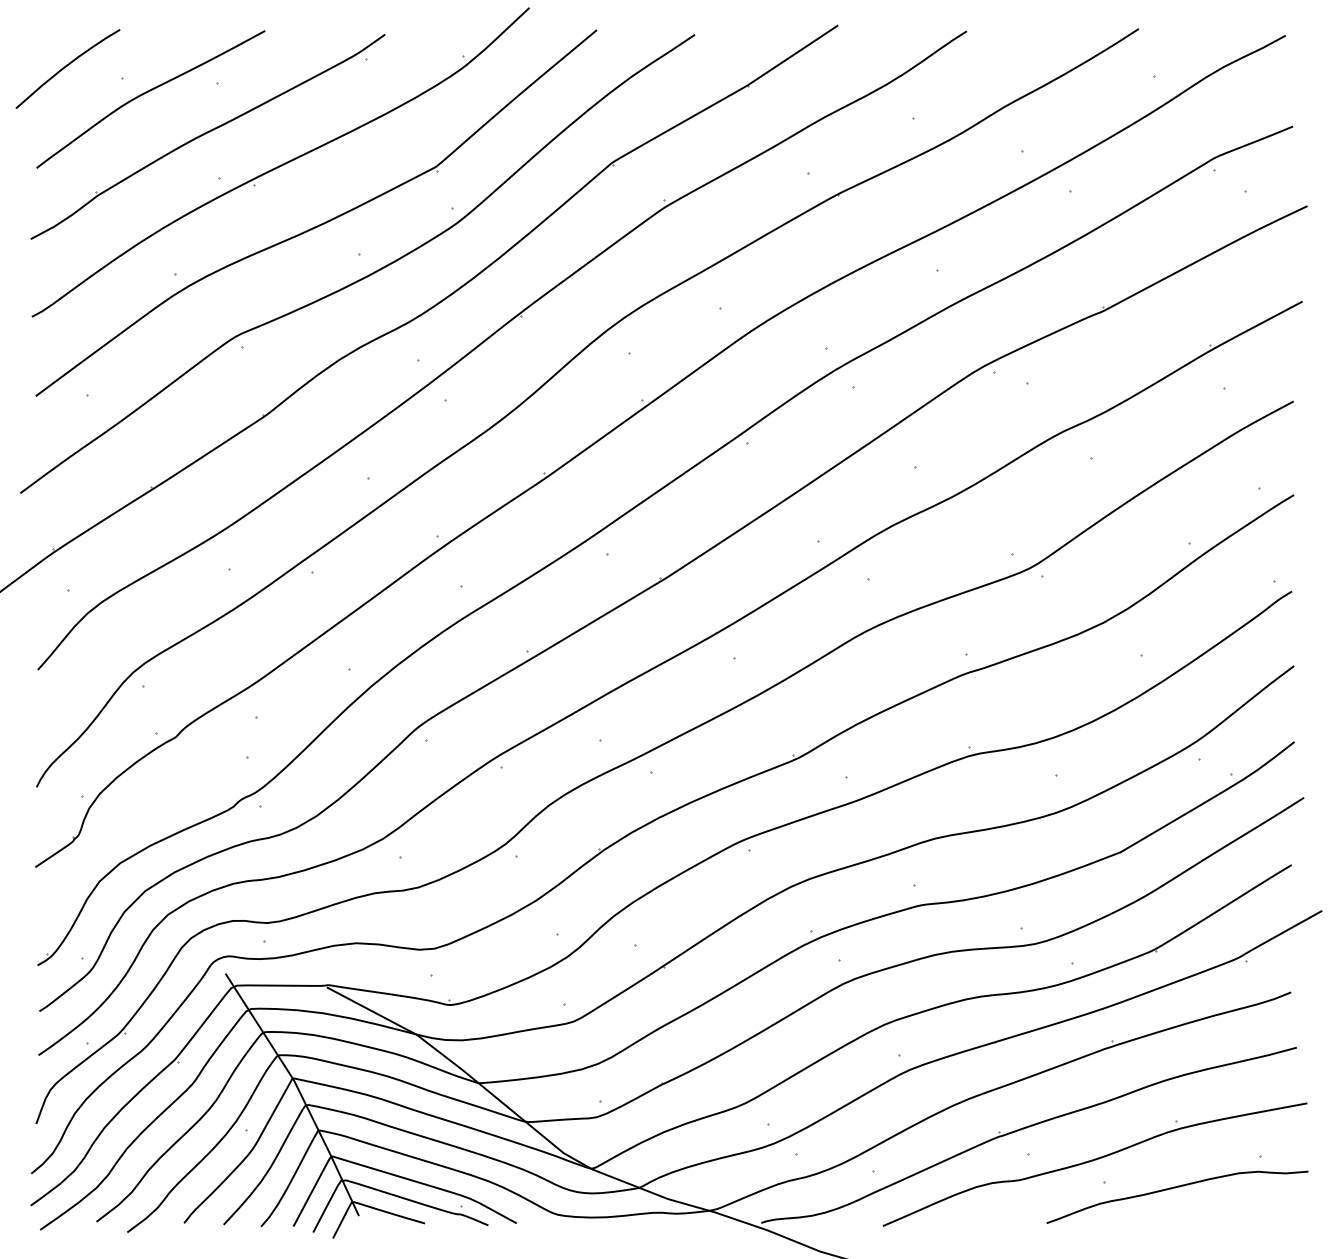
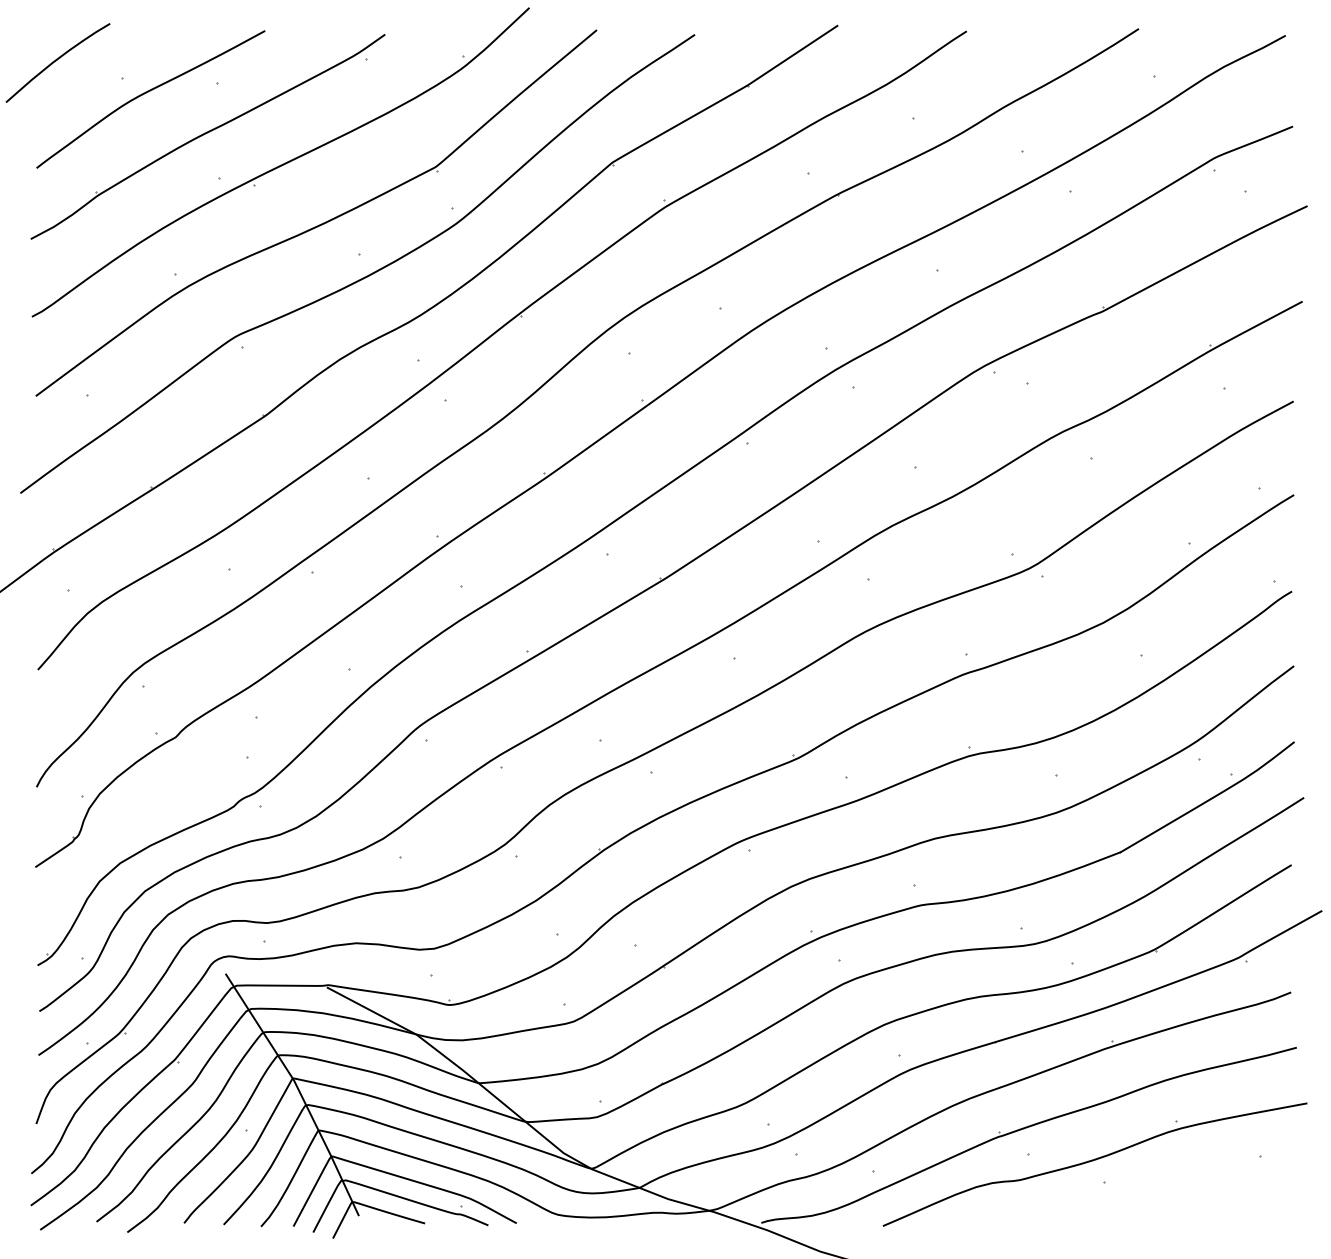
curve at (66, 67) position: (66, 67) -> (56, 61)
curve at (1175, 1188): present -> none
